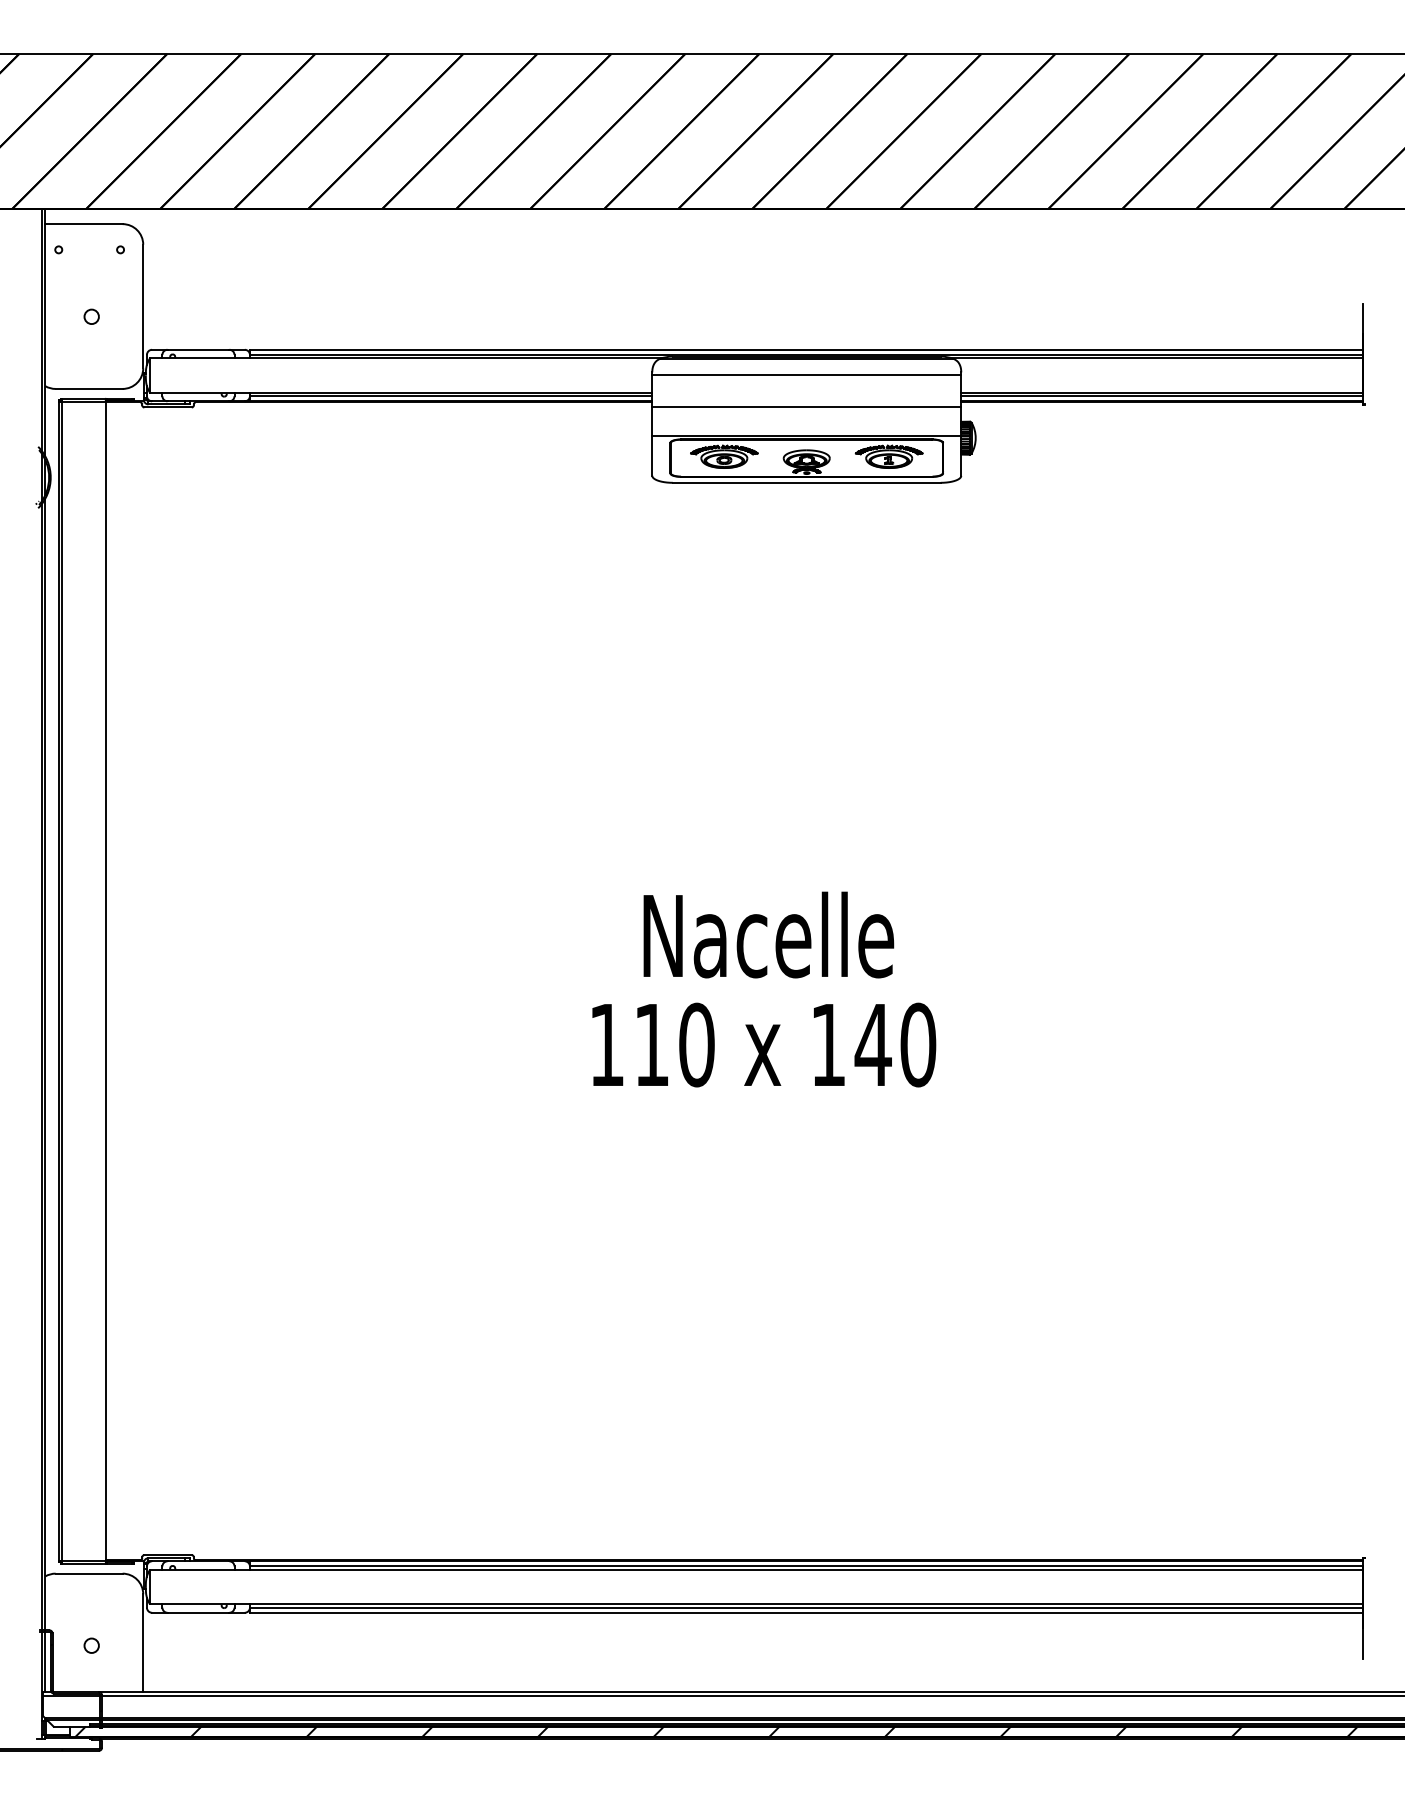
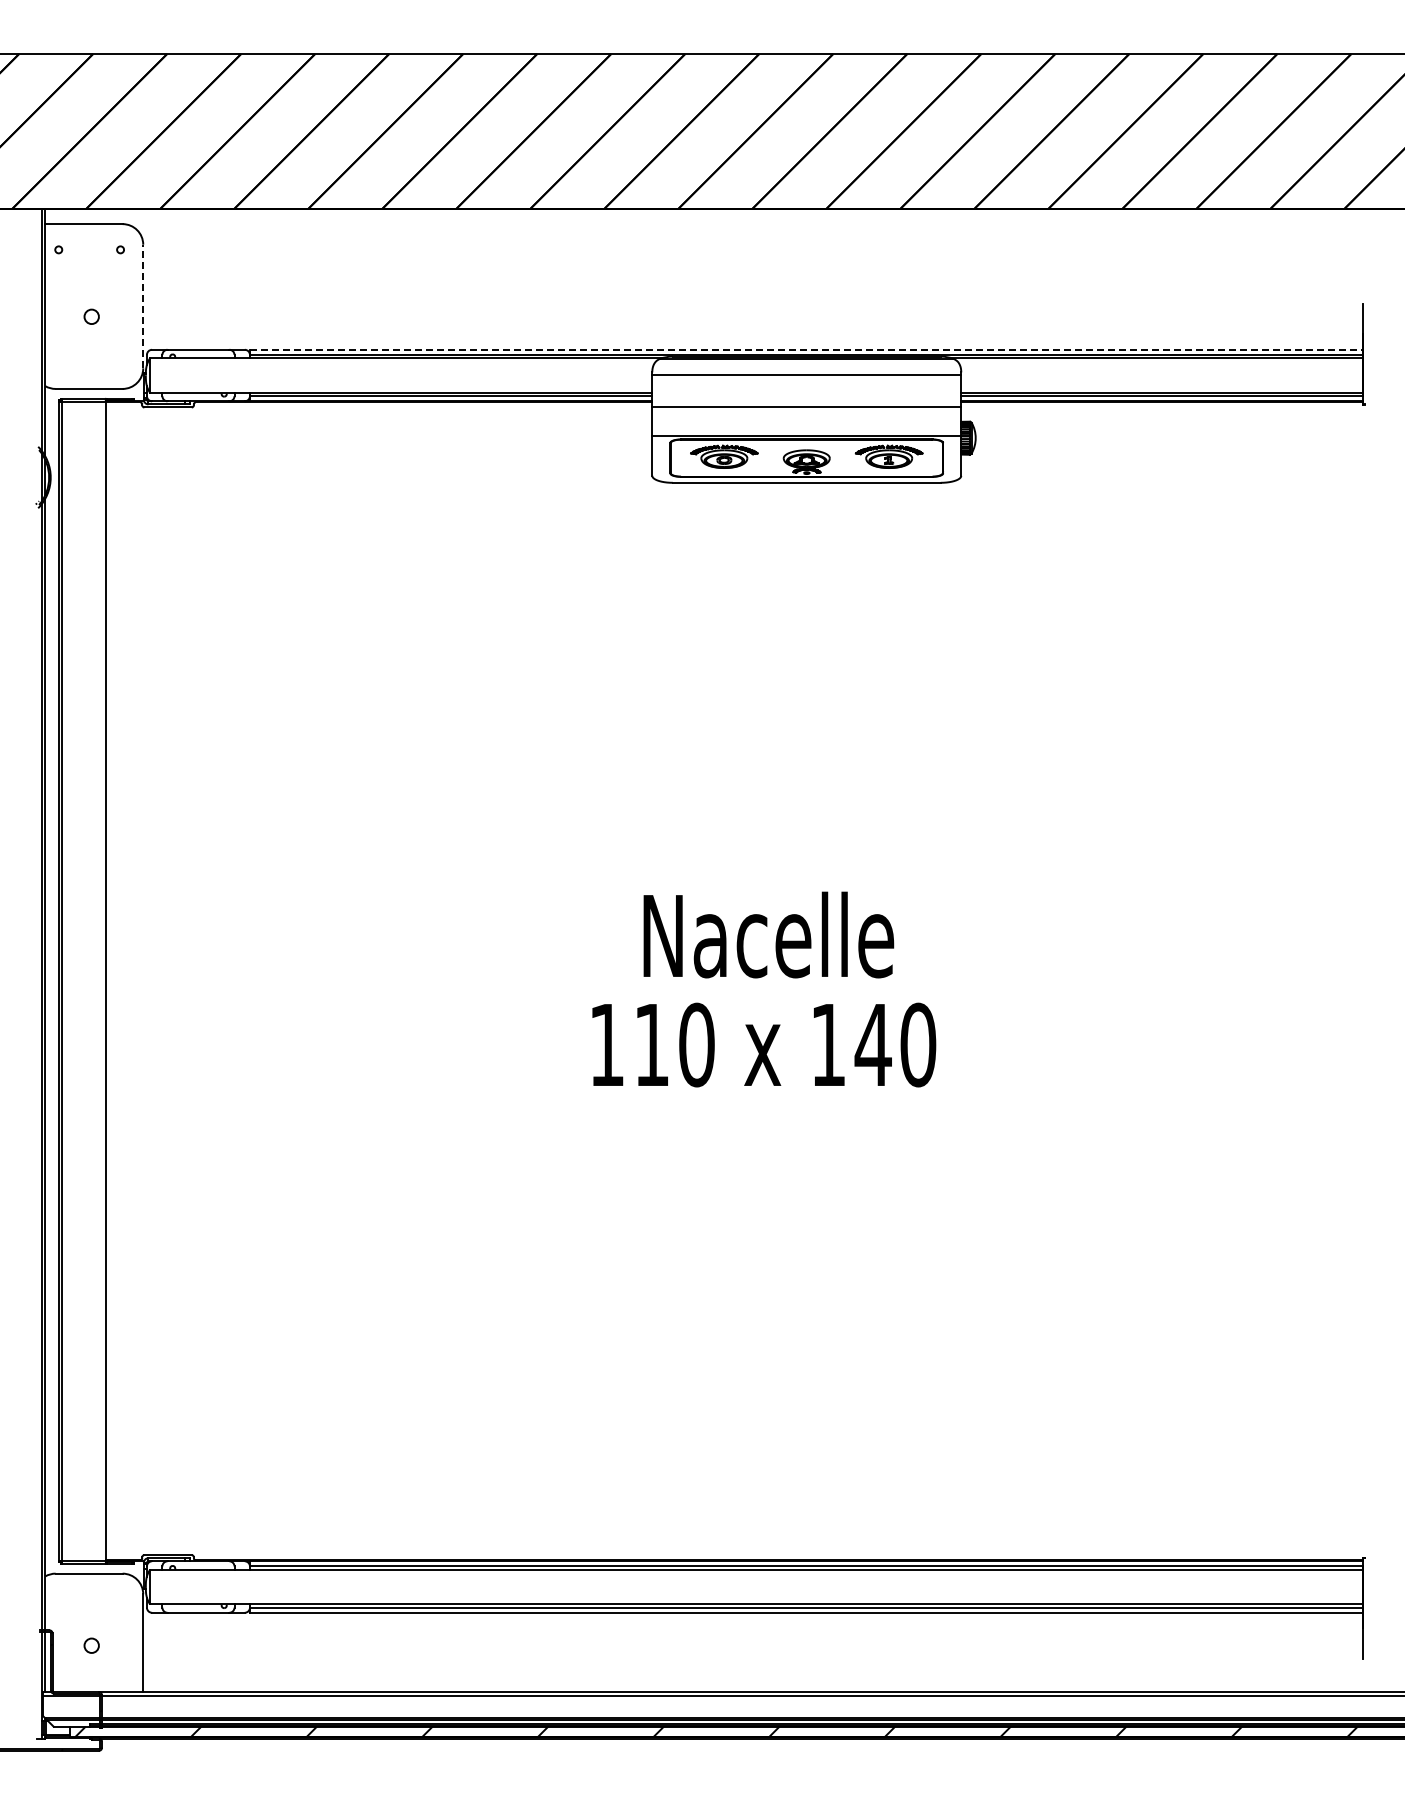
line at (143, 306): solid -> dashed
line at (806, 349): solid -> dashed
